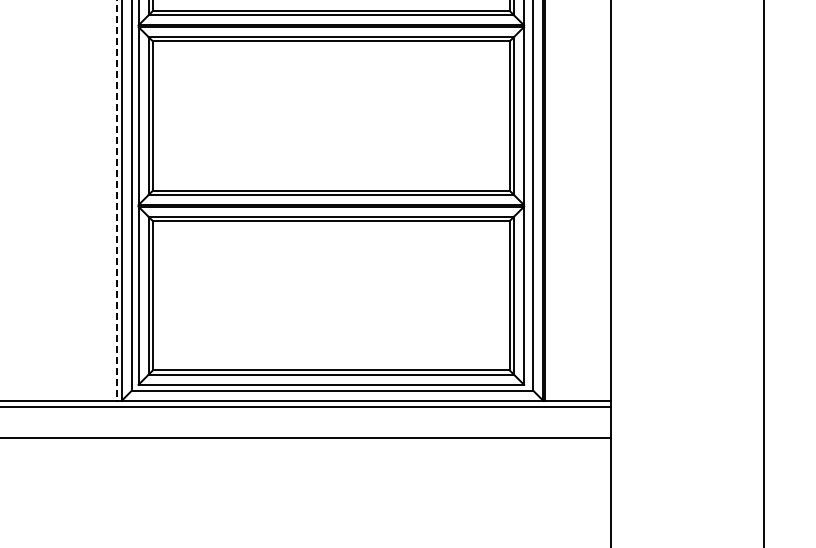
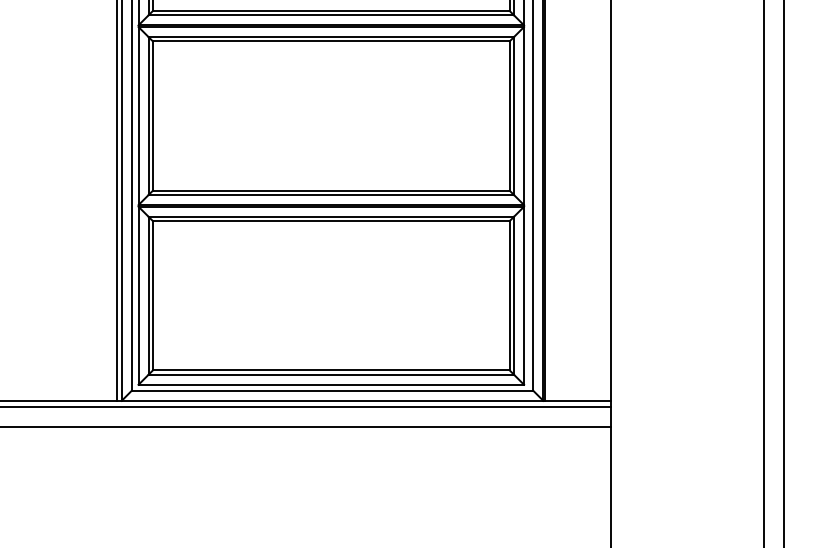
line at (117, 201): dashed -> solid
line at (783, 273): none -> present
line at (306, 438) position: (306, 438) -> (306, 427)
